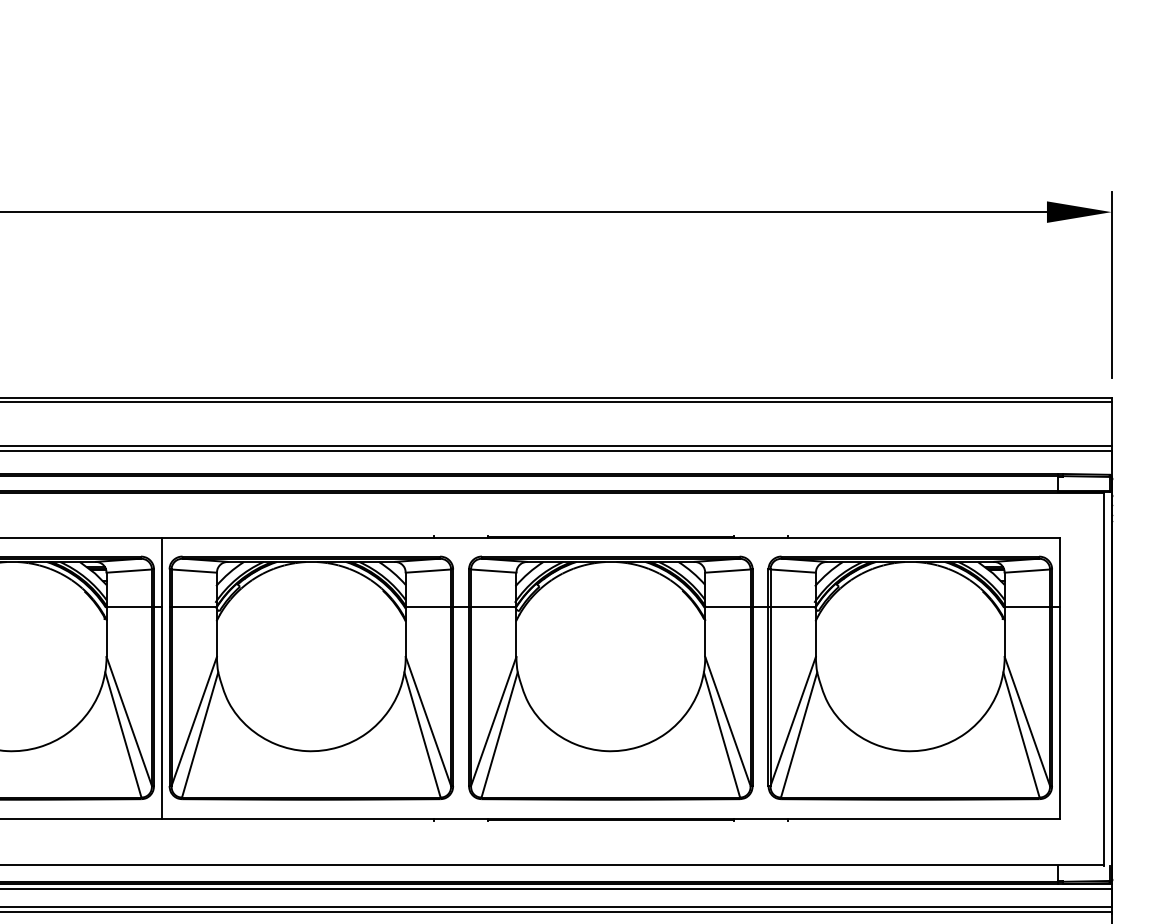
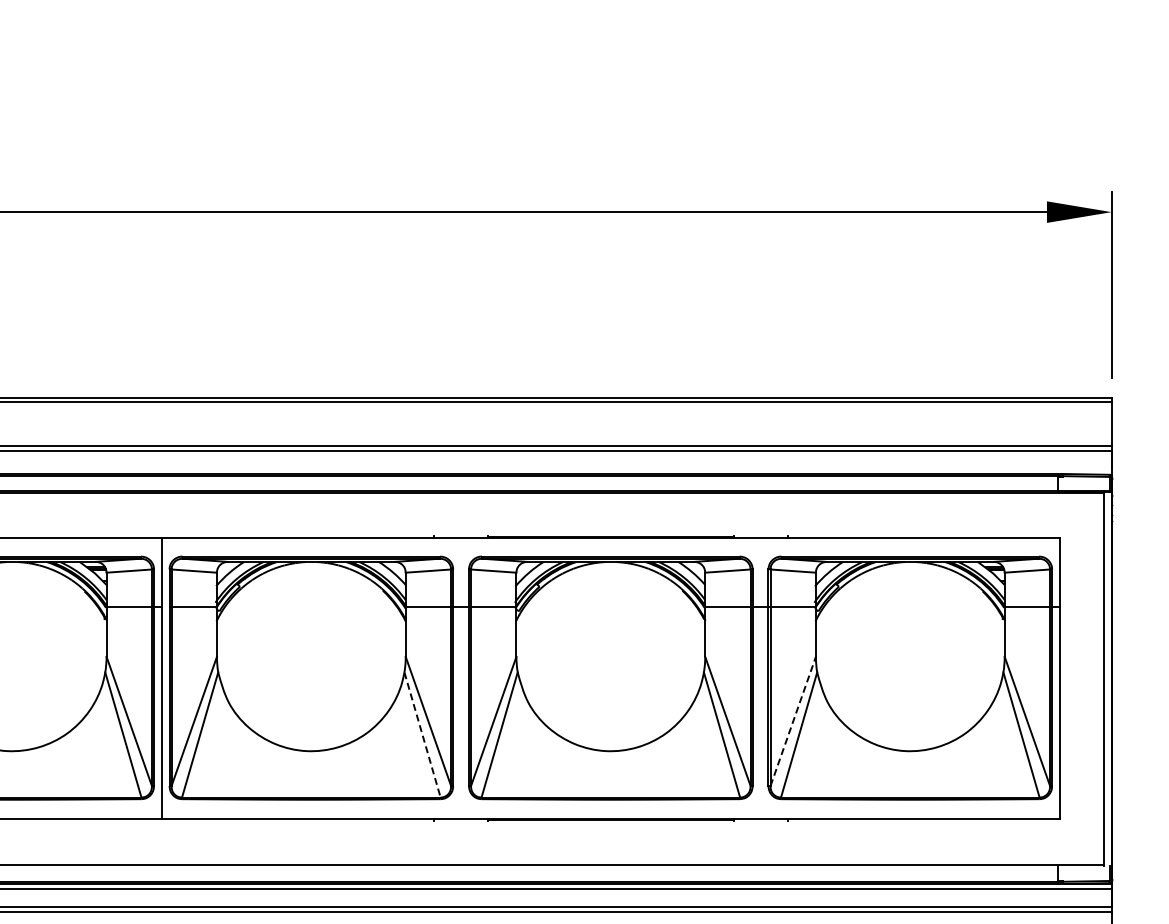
line at (793, 720): solid -> dashed
line at (422, 735): solid -> dashed
